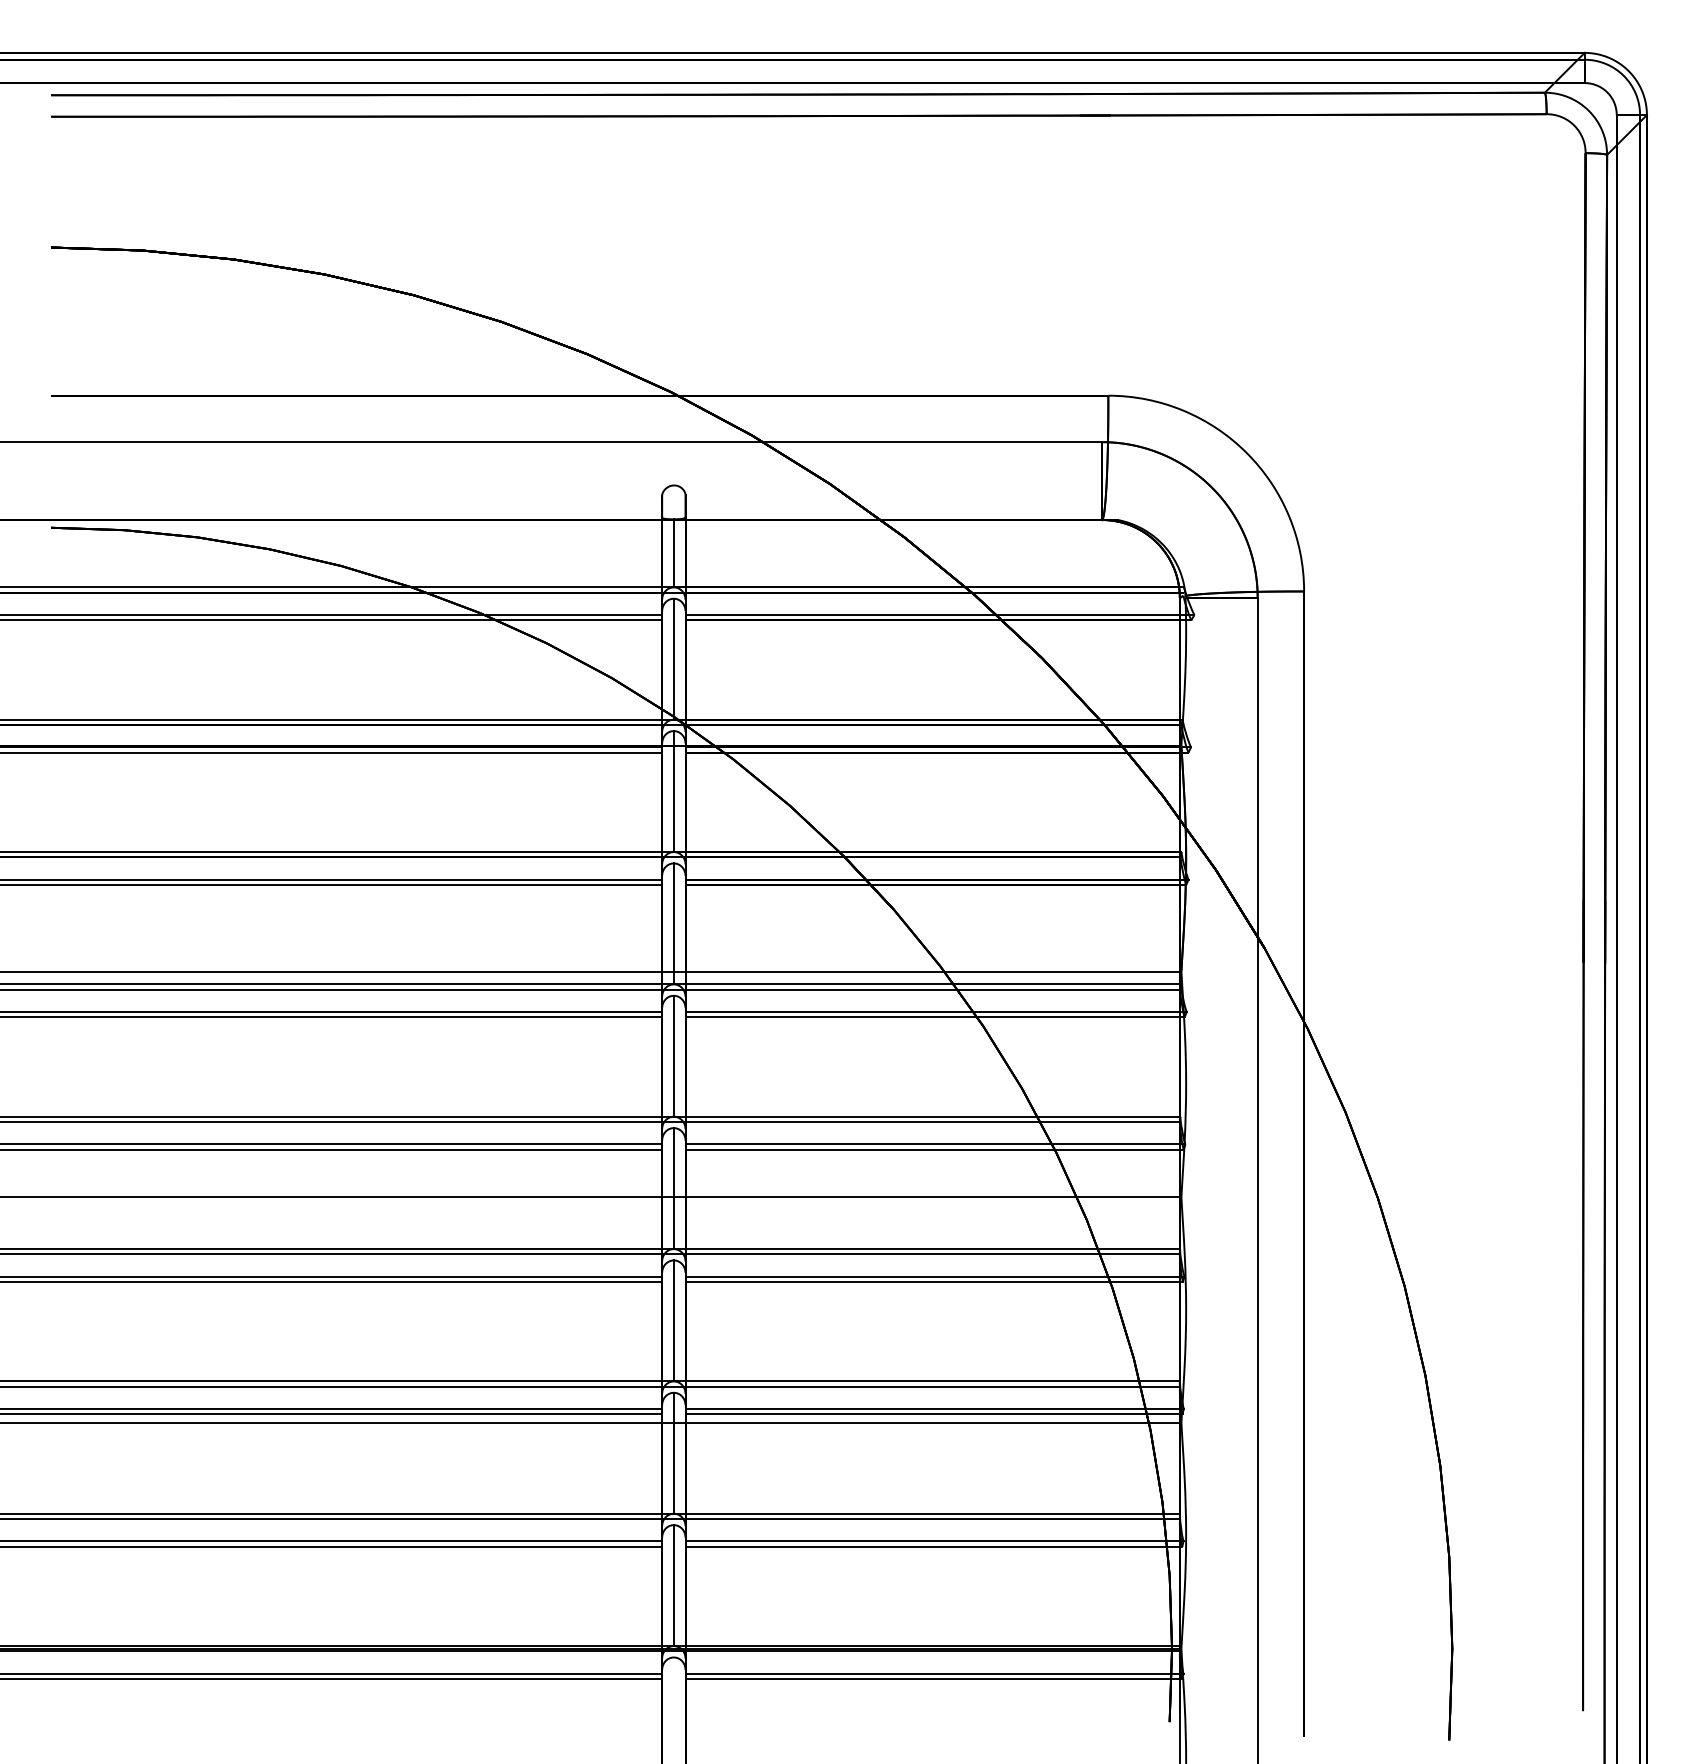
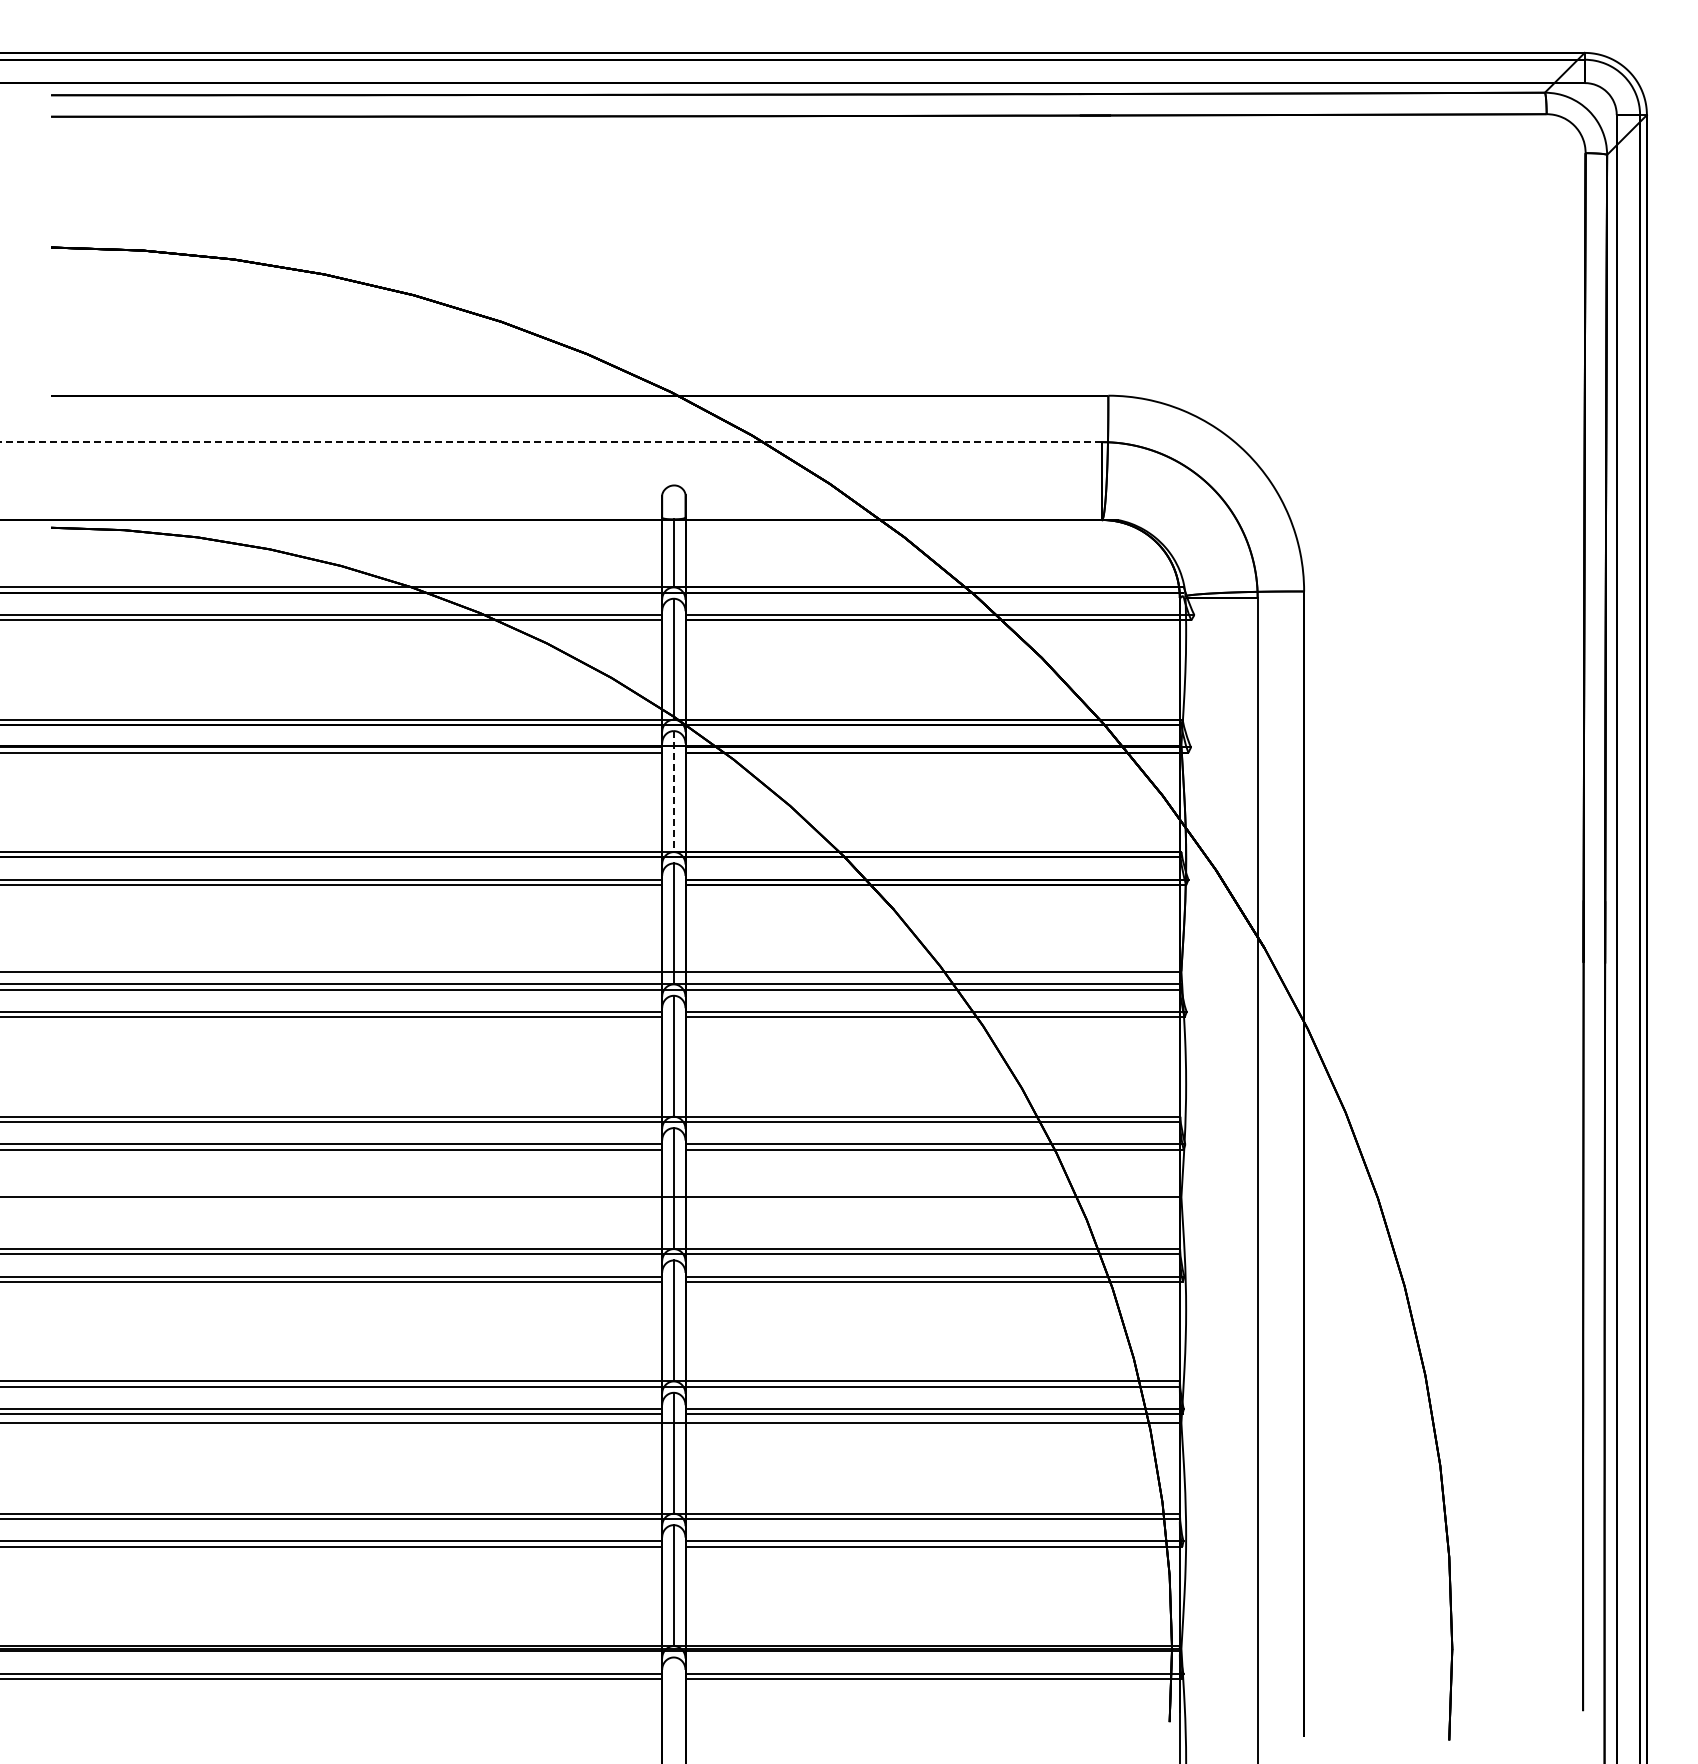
line at (551, 442): solid -> dashed
line at (673, 792): solid -> dashed
